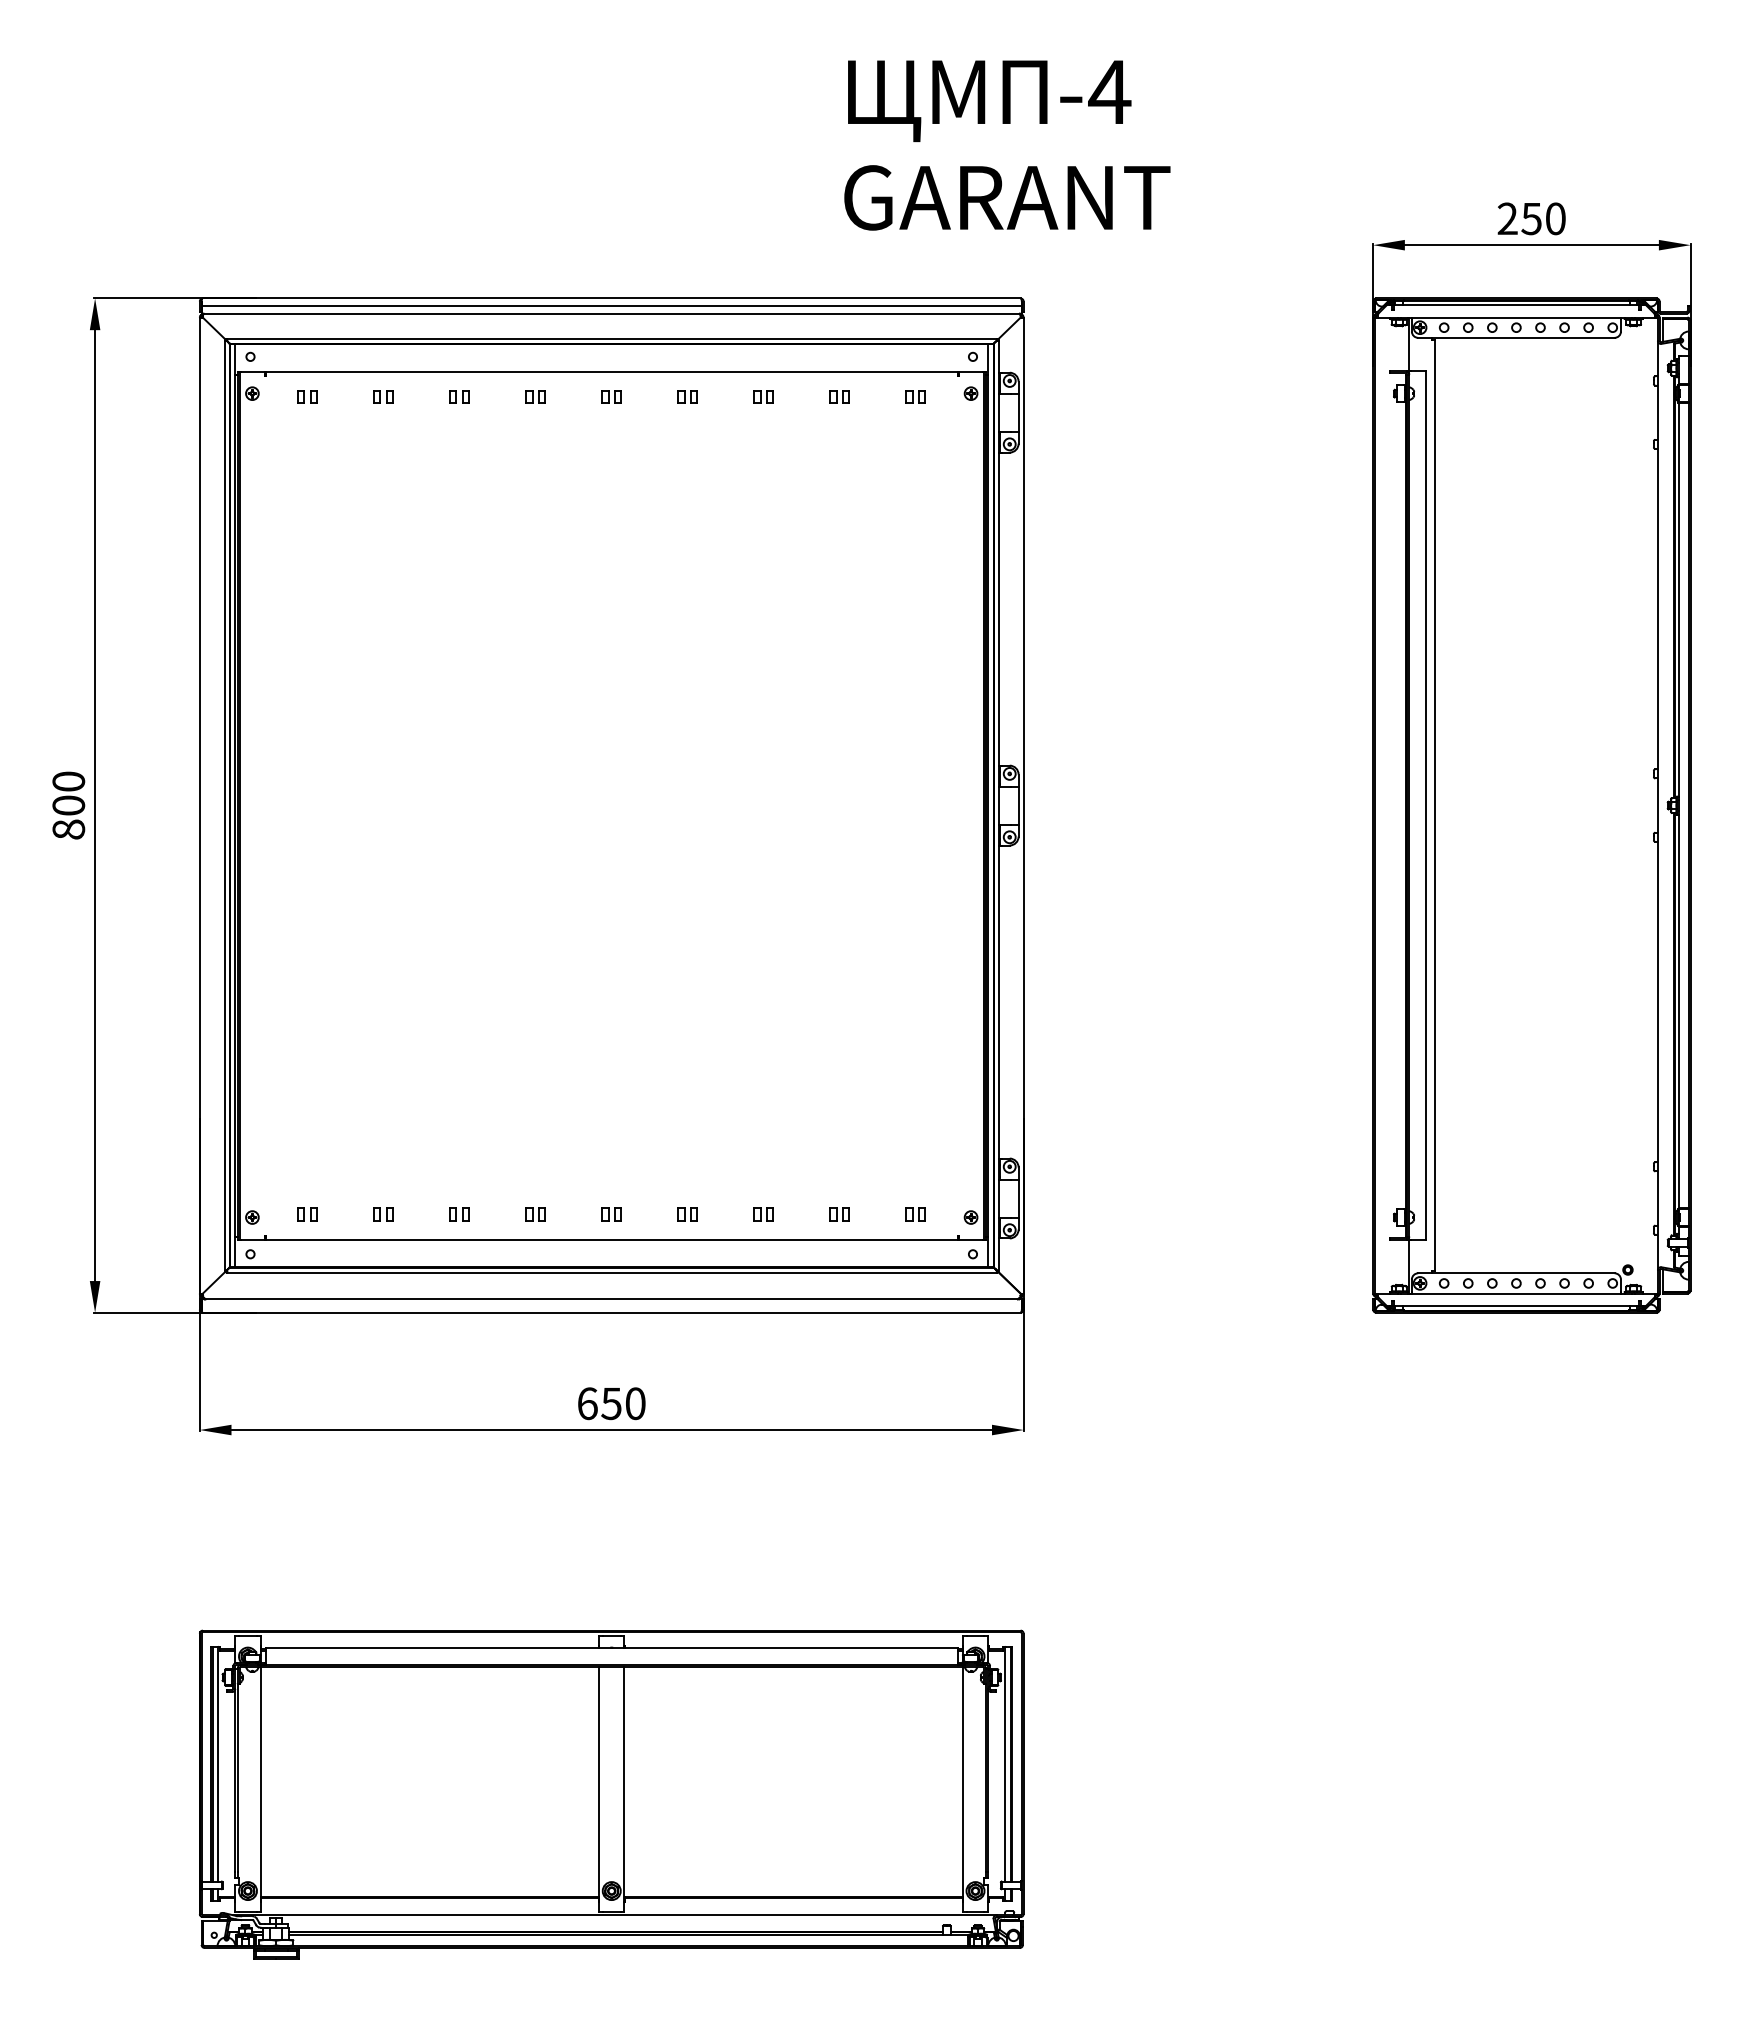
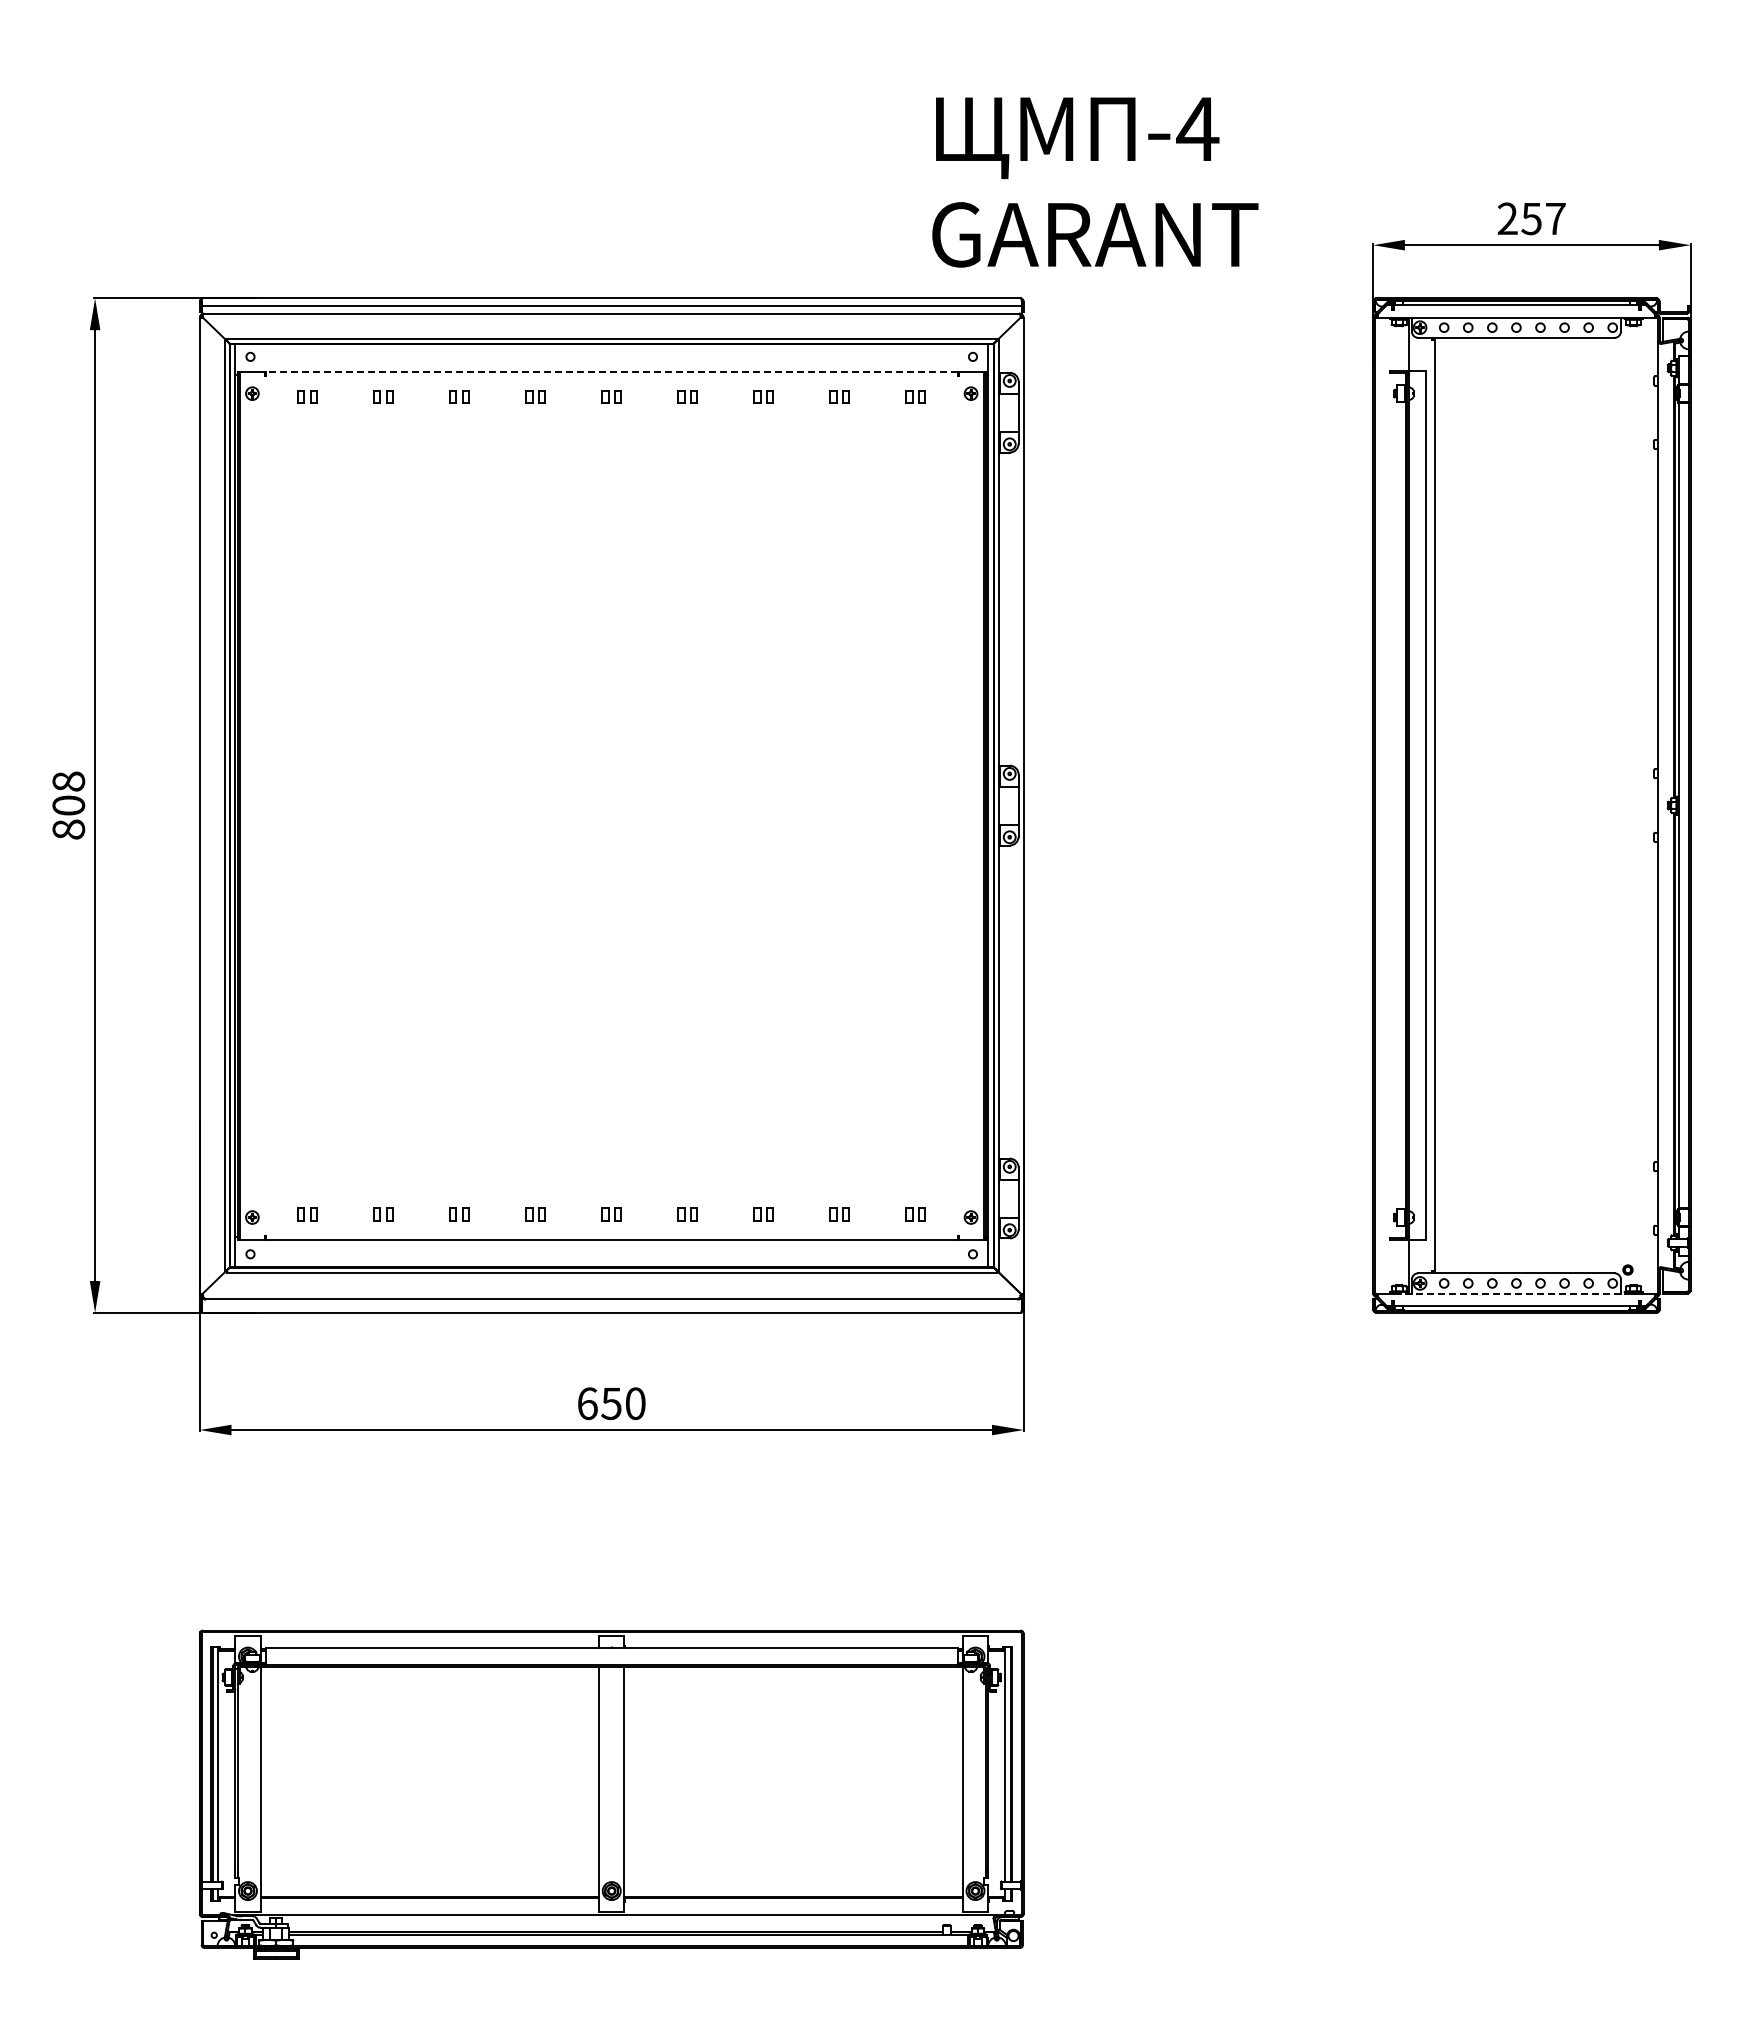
text at (1007, 145) position: (1007, 145) -> (1095, 182)
text at (1555, 218): 250 -> 257
line at (611, 371): solid -> dashed
text at (68, 781): 800 -> 808
line at (1516, 1293): solid -> dashed
